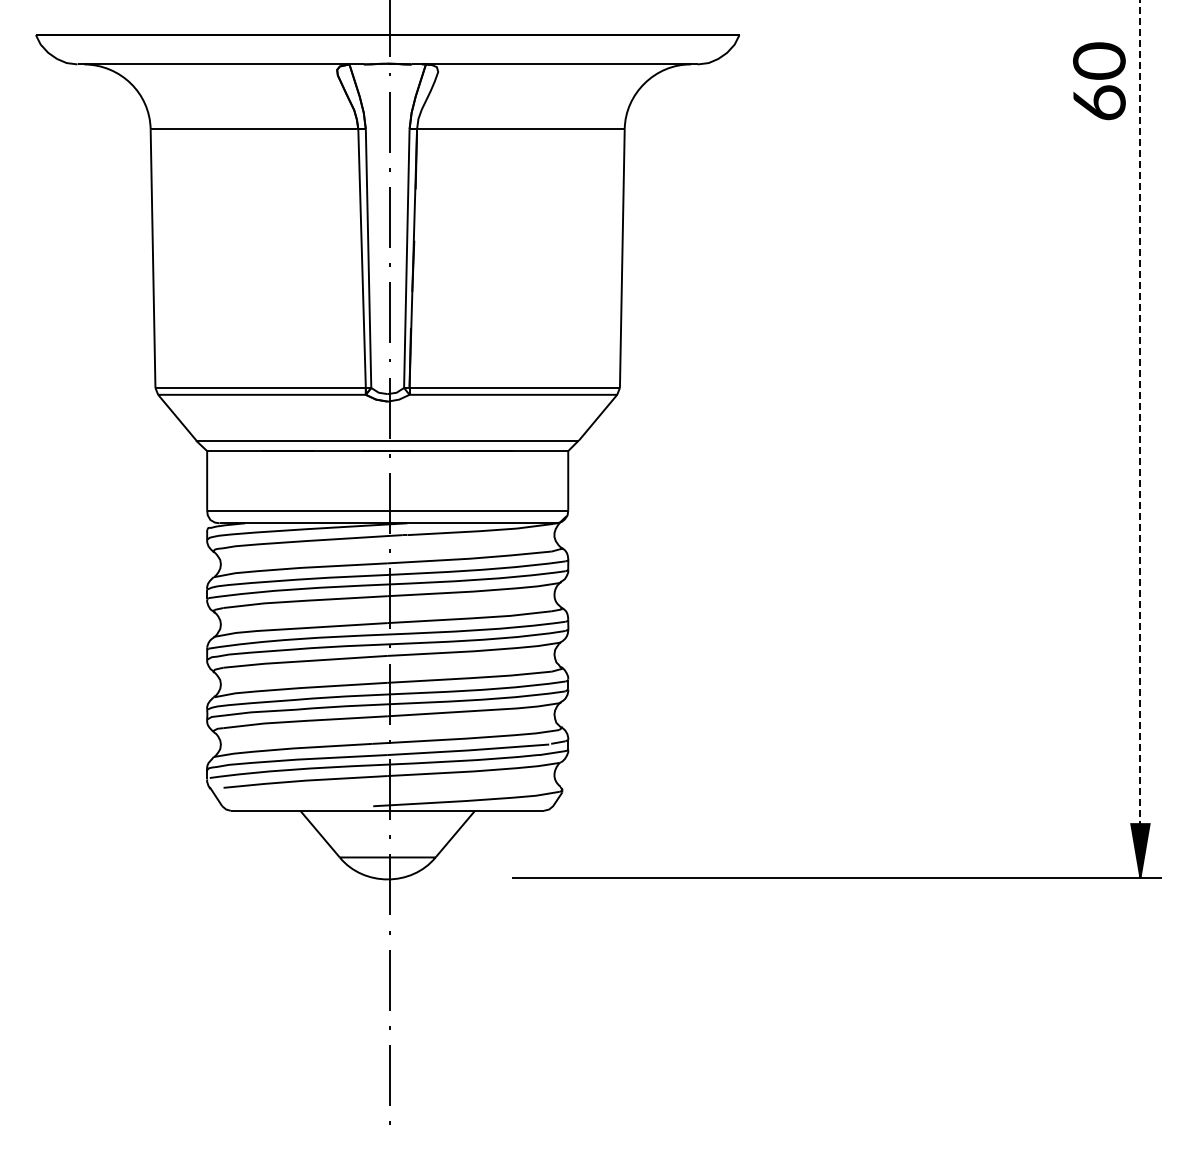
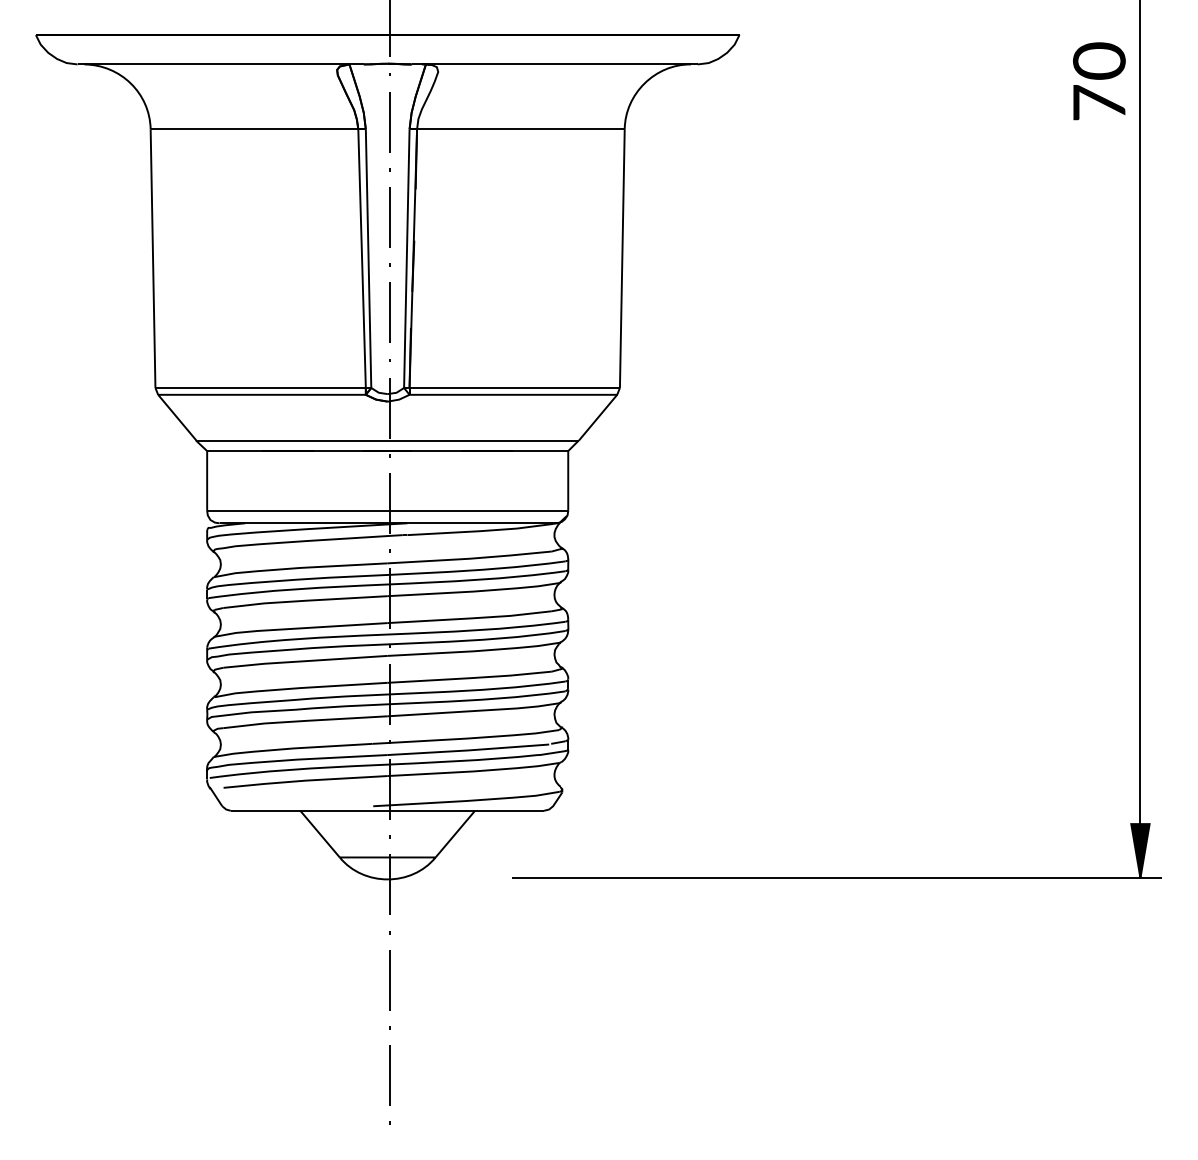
text at (1099, 102): 60 -> 70
line at (1140, 439): dashed -> solid
